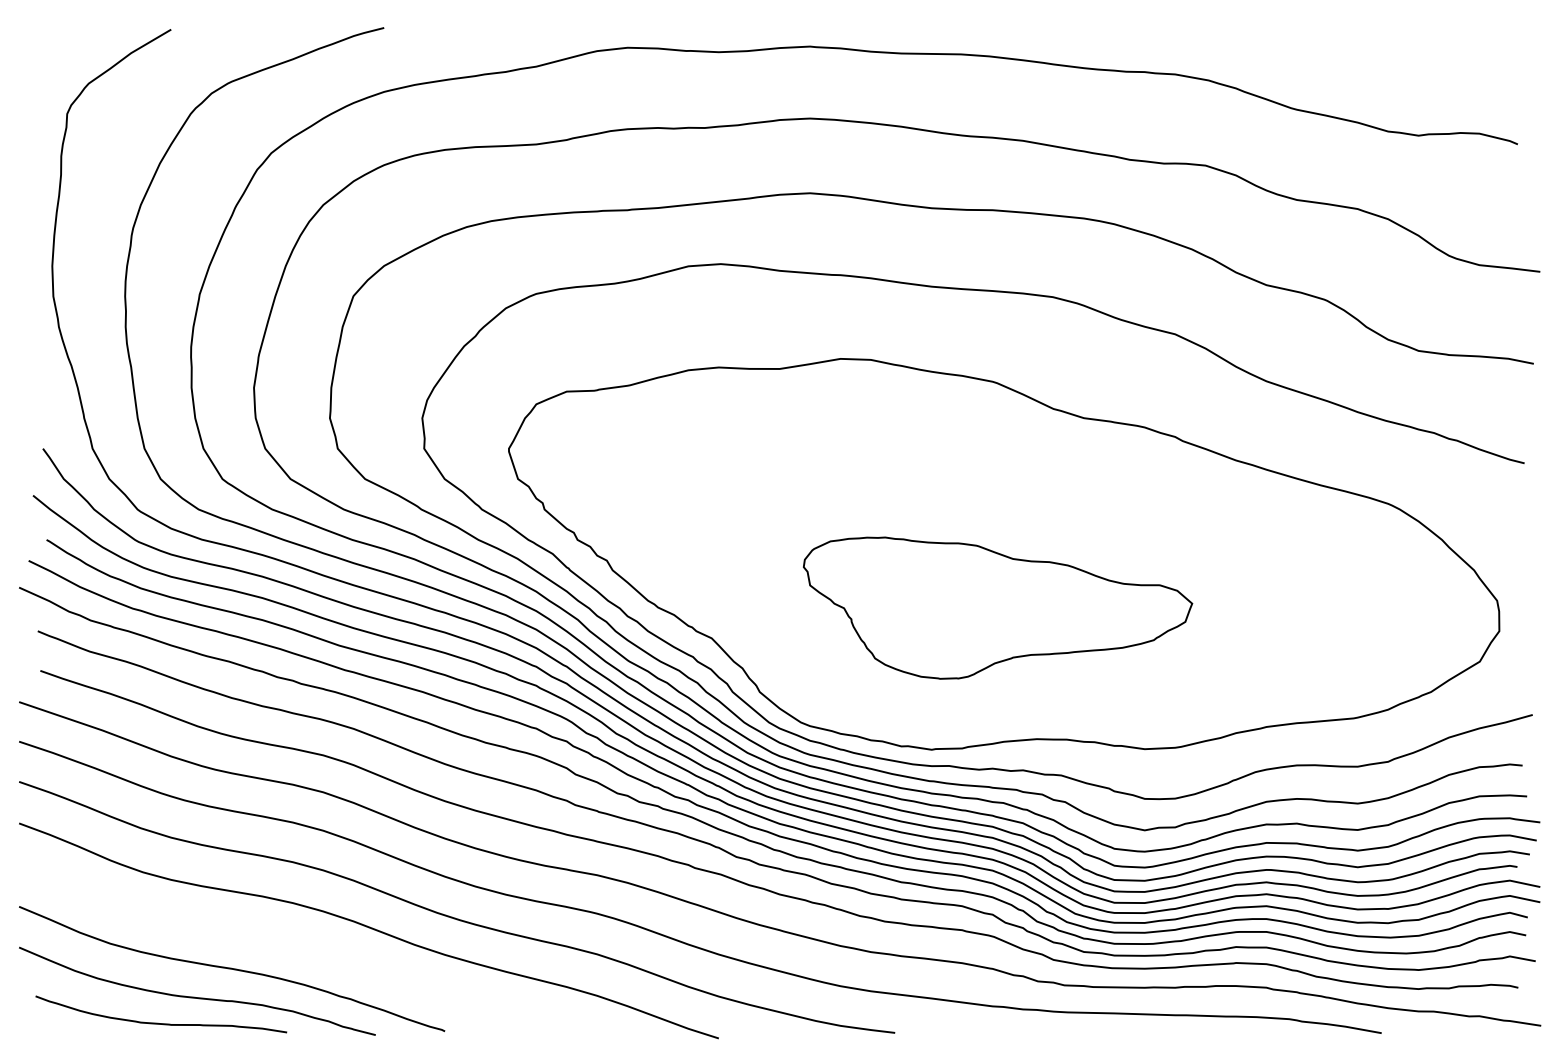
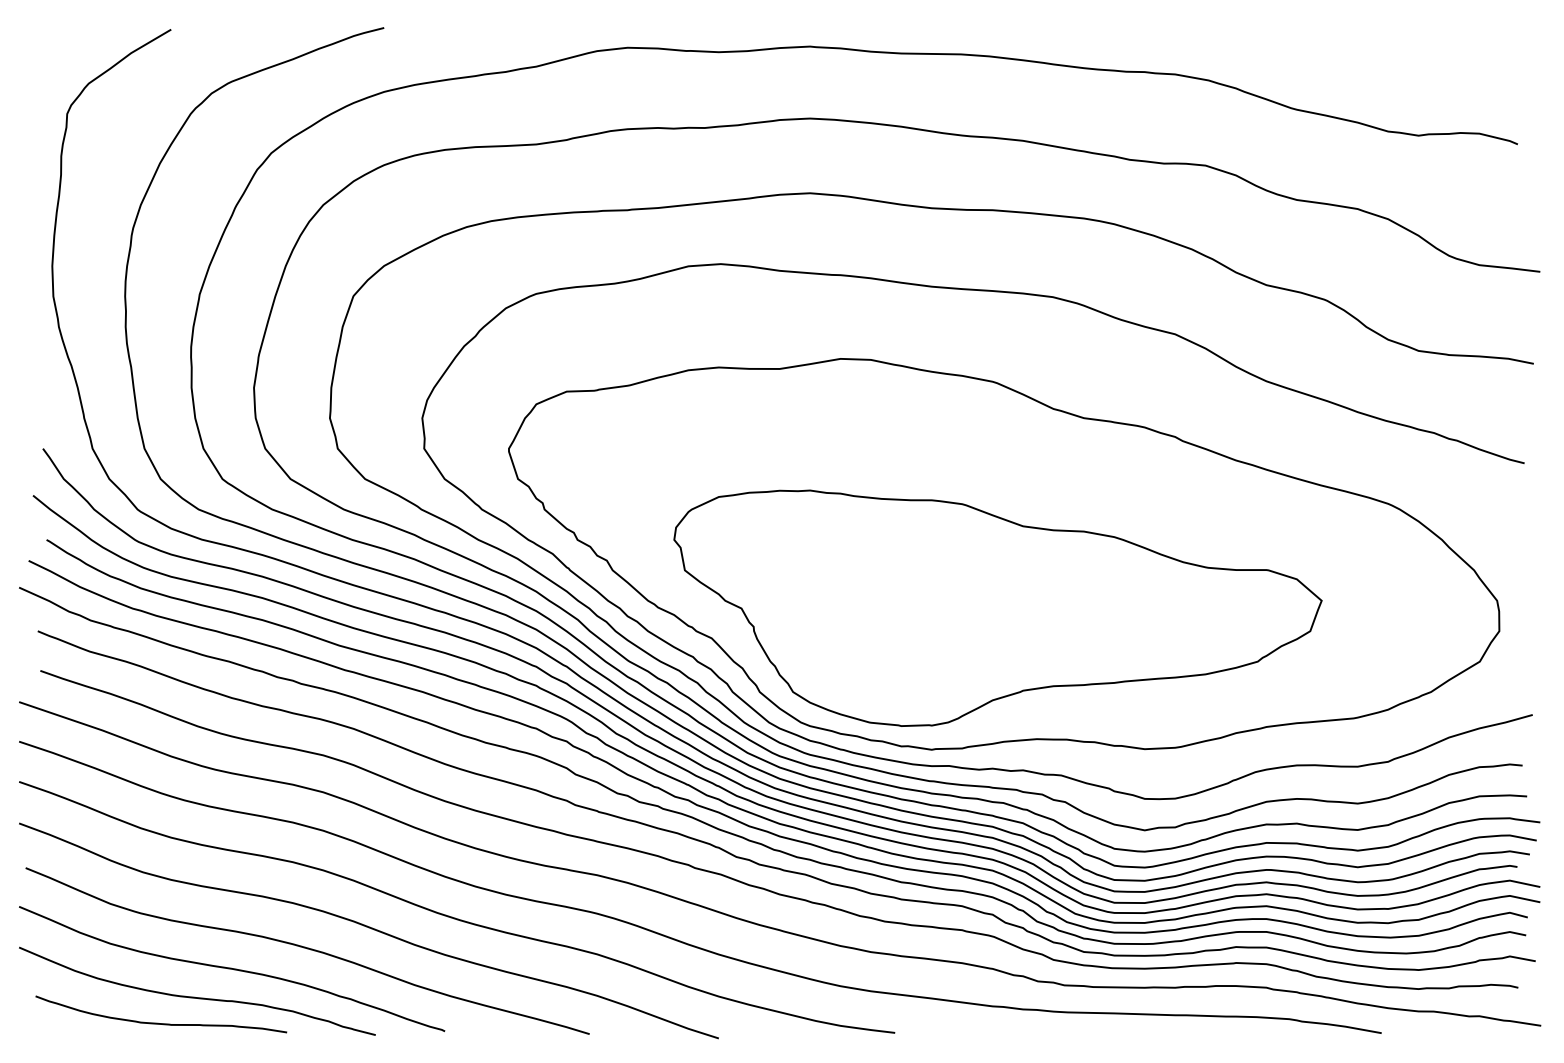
part at (998, 607) size: 391x144 px -> 650x238 px
curve at (307, 949): none -> present
